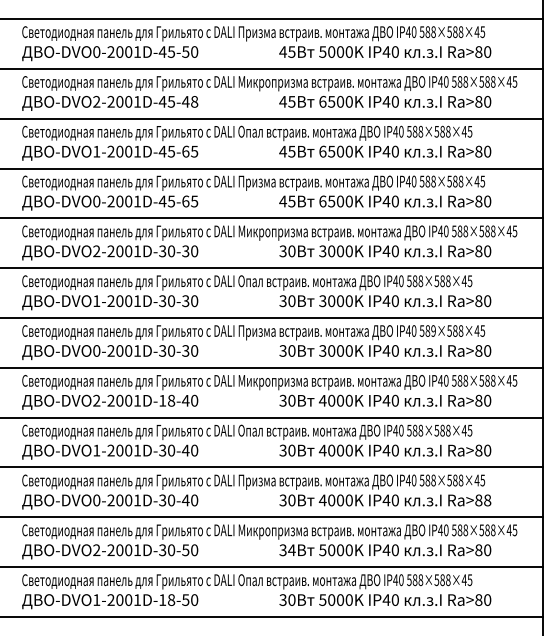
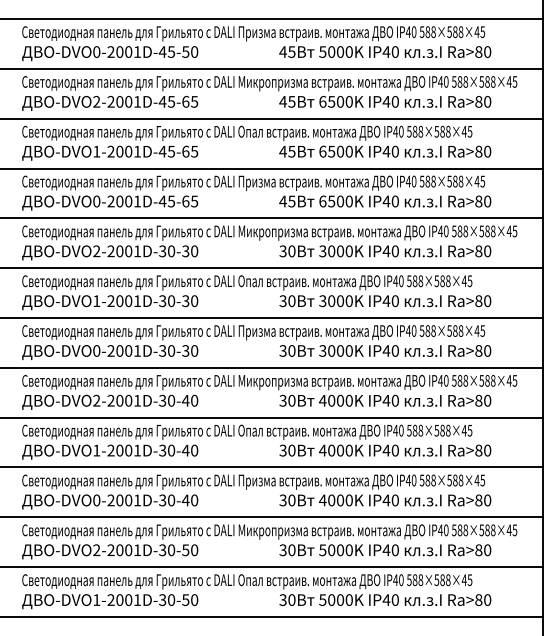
text at (189, 101): -DVO2-2001D-45-48 -> -DVO2-2001D-45-65
text at (433, 330): 589×588×45 -> 588×588×45
text at (167, 400): -DVO2-2001D-18-40 -> -DVO2-2001D-30-40
text at (487, 500): Ra>88 -> Ra>80
text at (291, 550): 34 -> 30
text at (167, 600): -DVO1-2001D-18-50 -> -DVO1-2001D-30-50
